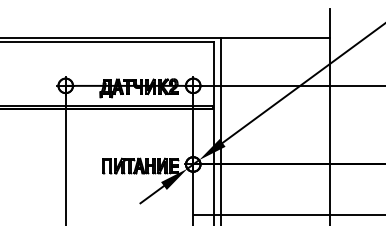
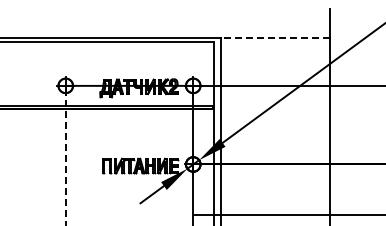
line at (275, 37): solid -> dashed
line at (65, 155): solid -> dashed
